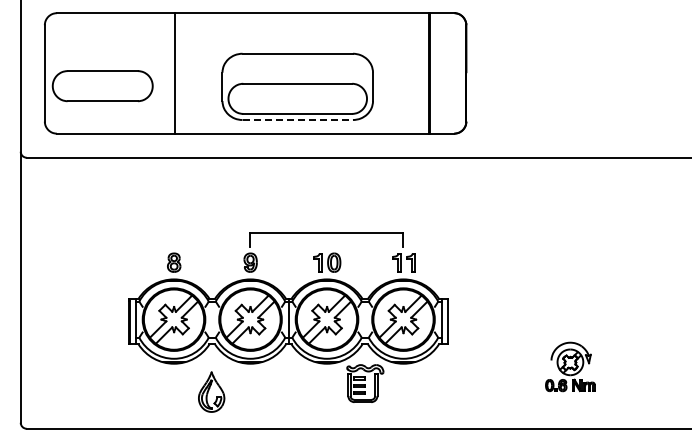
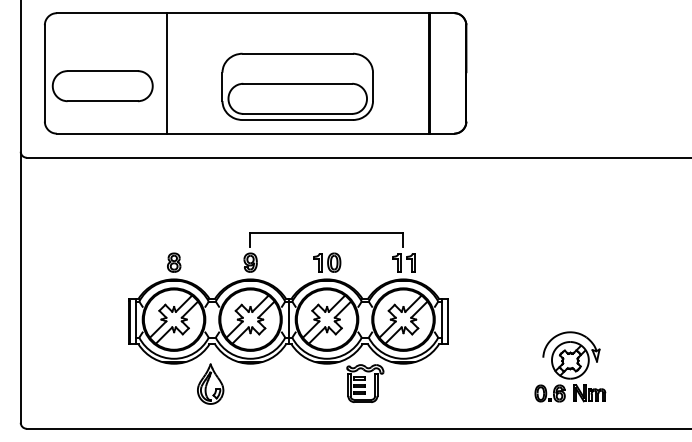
line at (174, 73) position: (174, 73) -> (166, 73)
line at (298, 120): dashed -> solid
part at (570, 366) size: 51x52 px -> 73x72 px
part at (211, 391) position: (211, 391) -> (210, 383)
